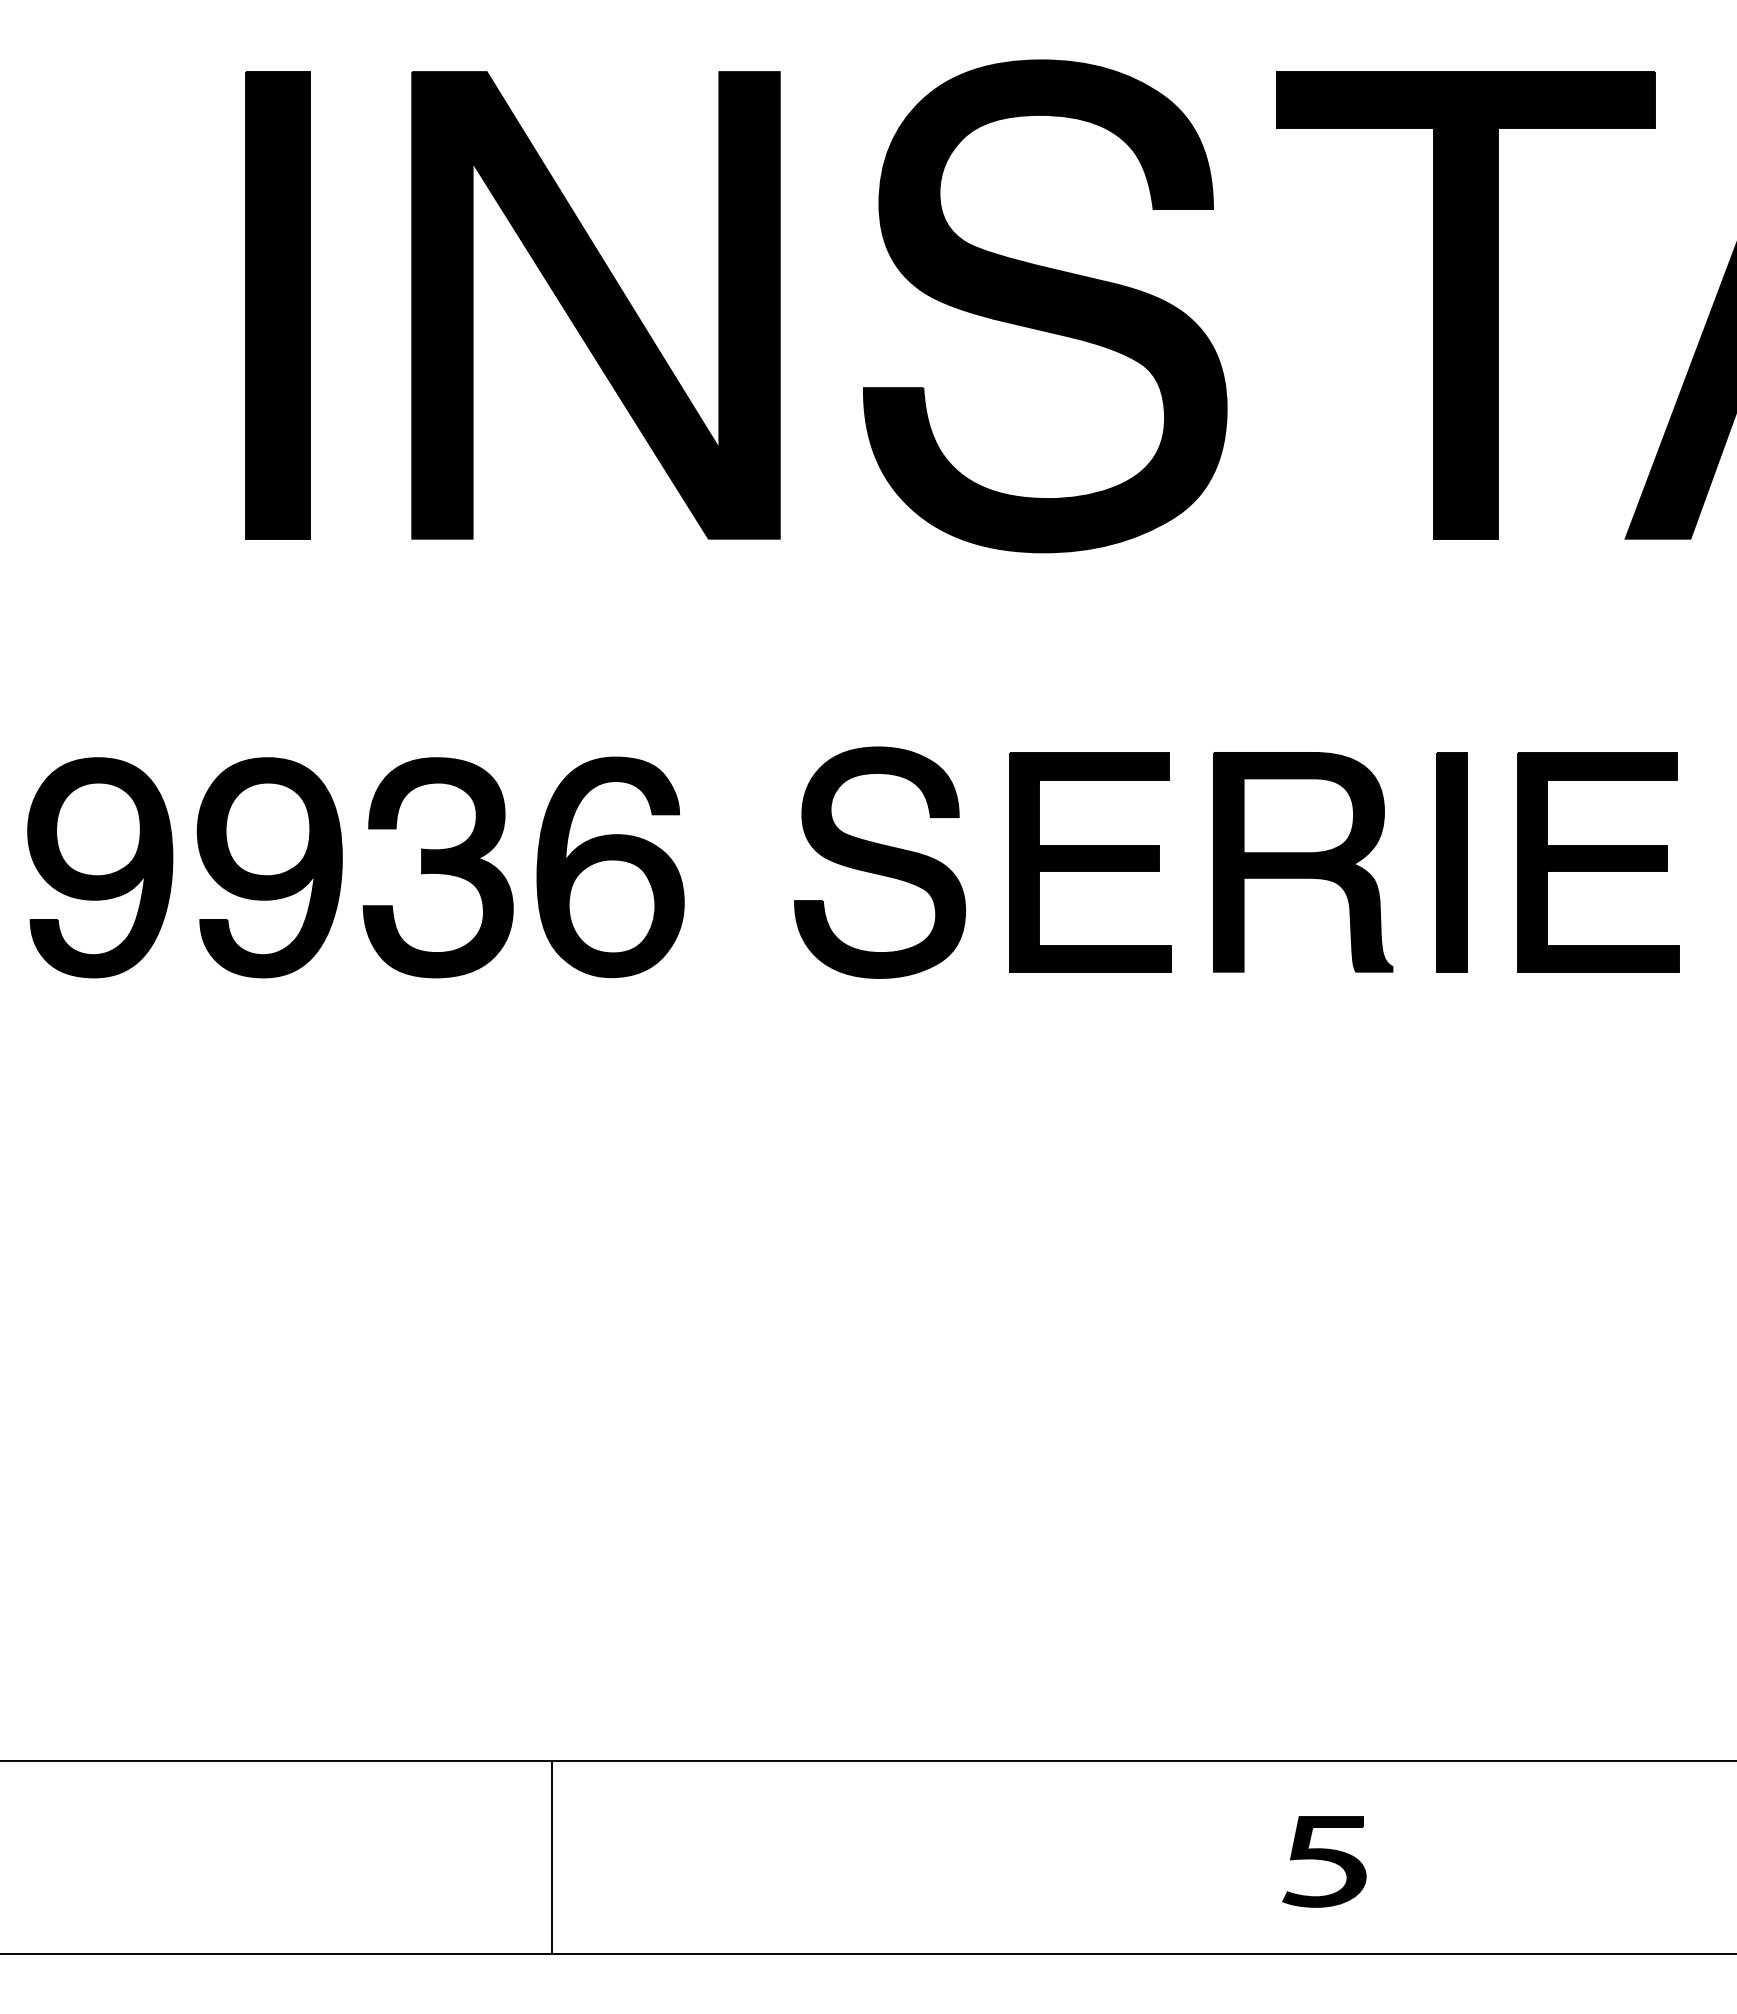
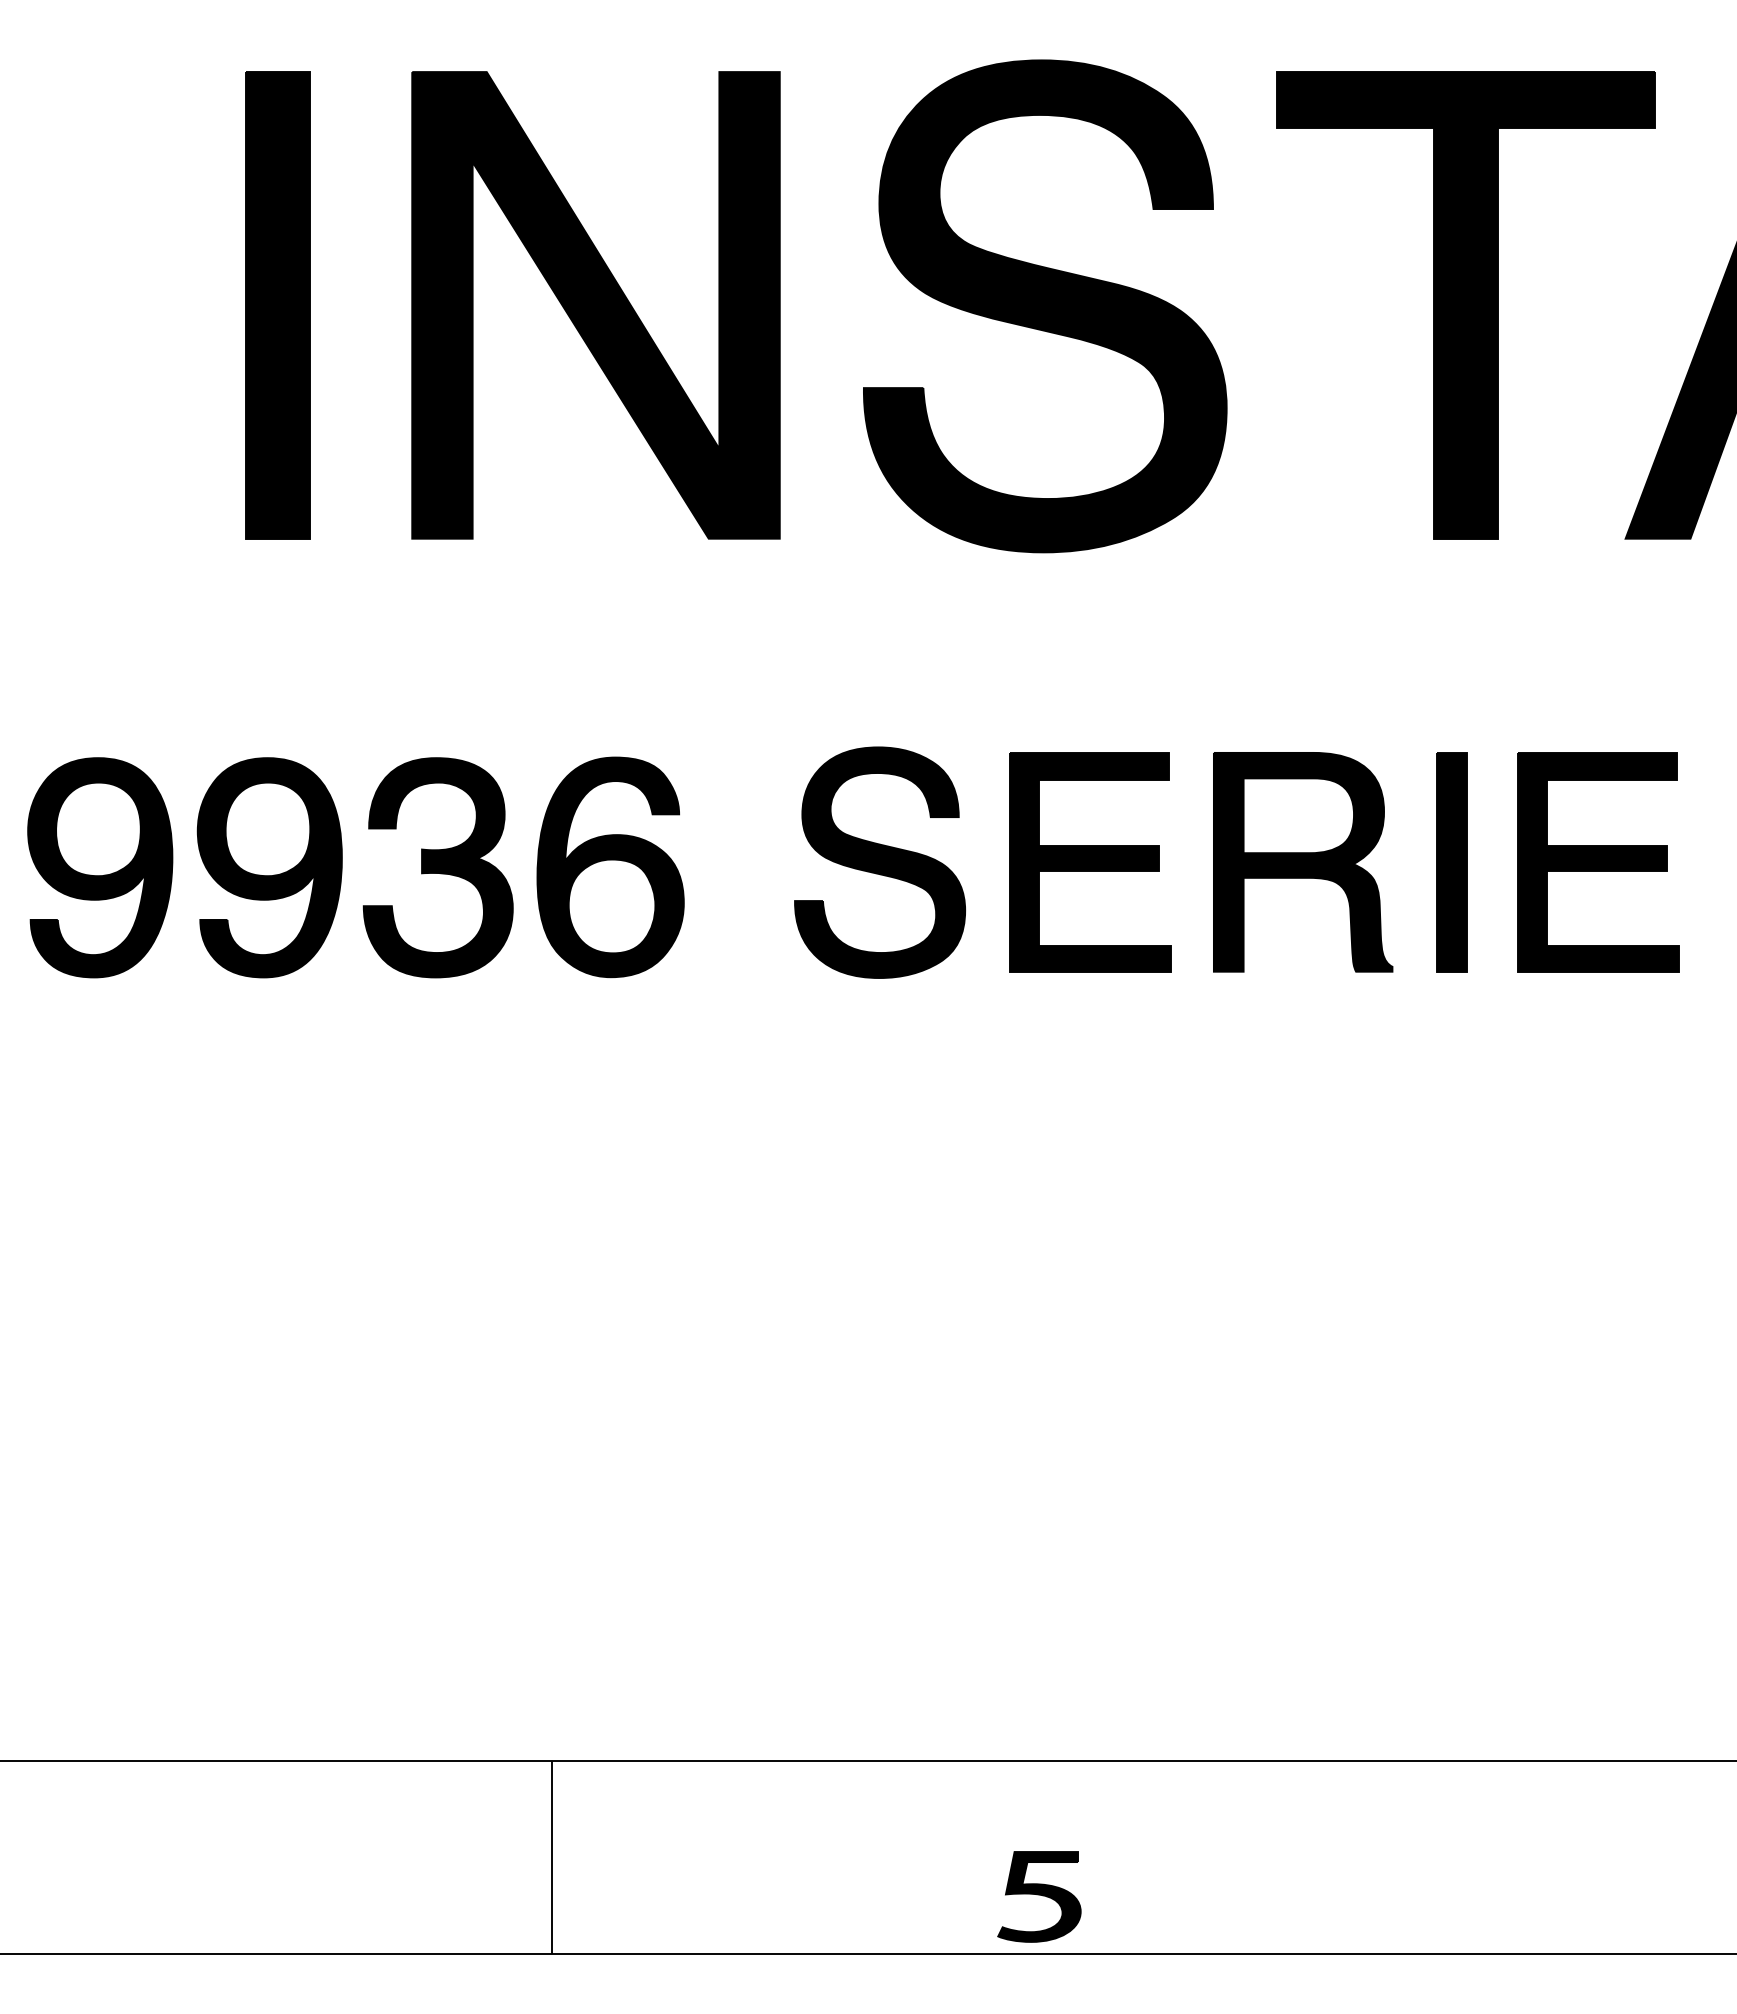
part at (1324, 1861) position: (1324, 1861) -> (1039, 1896)
